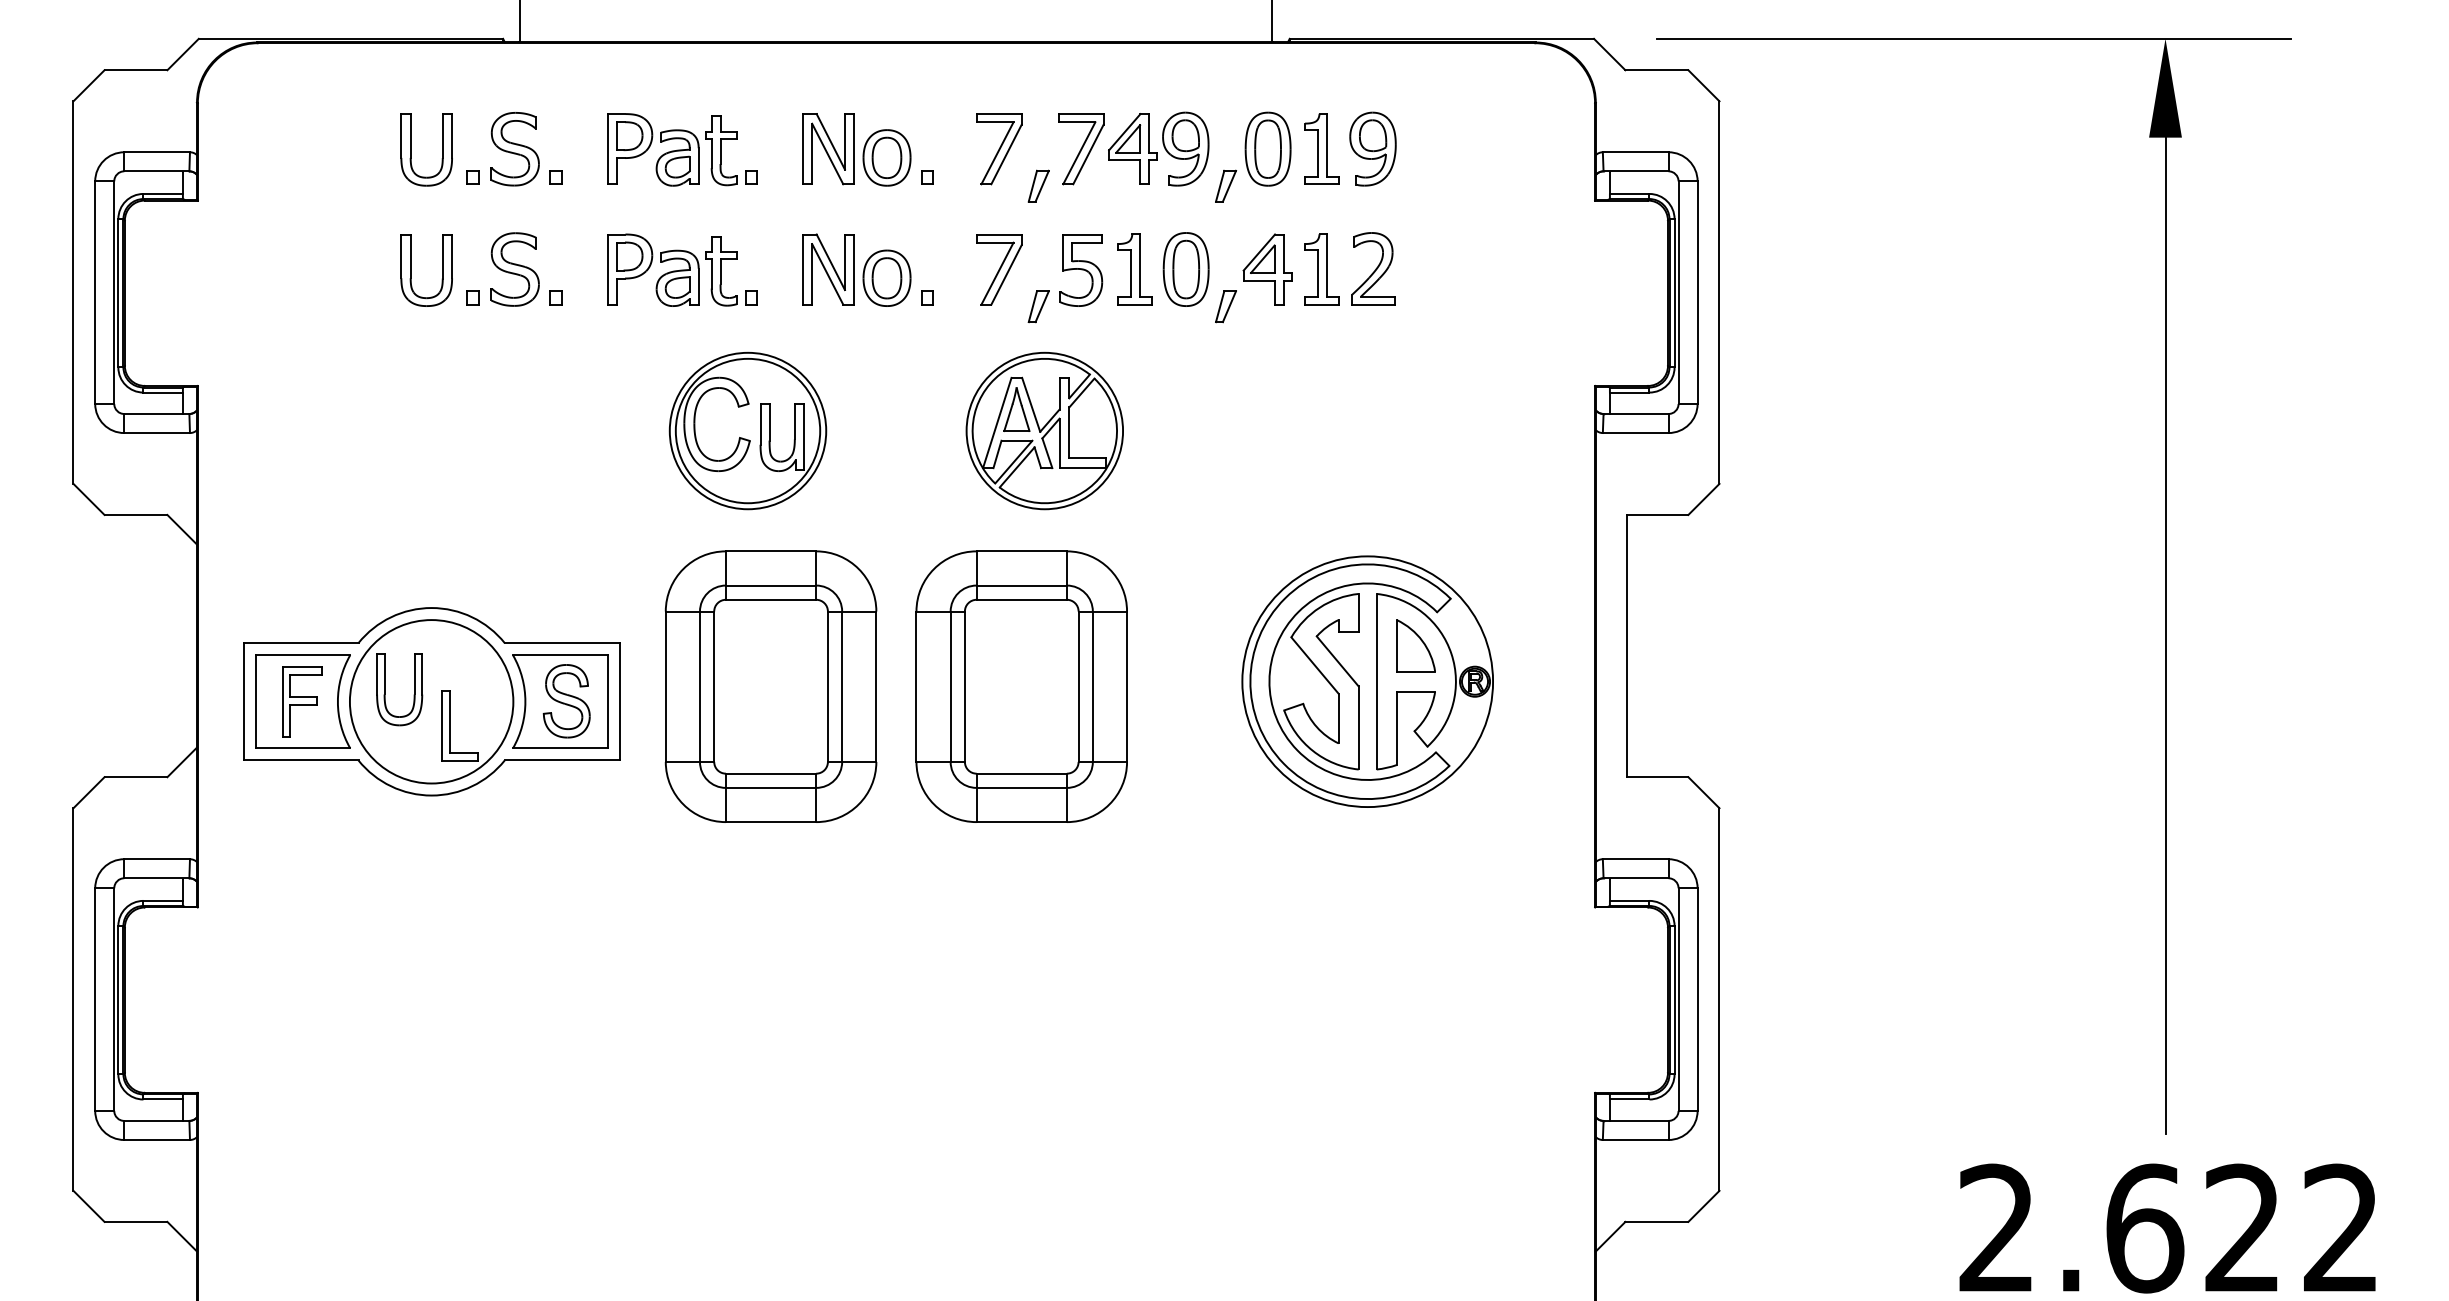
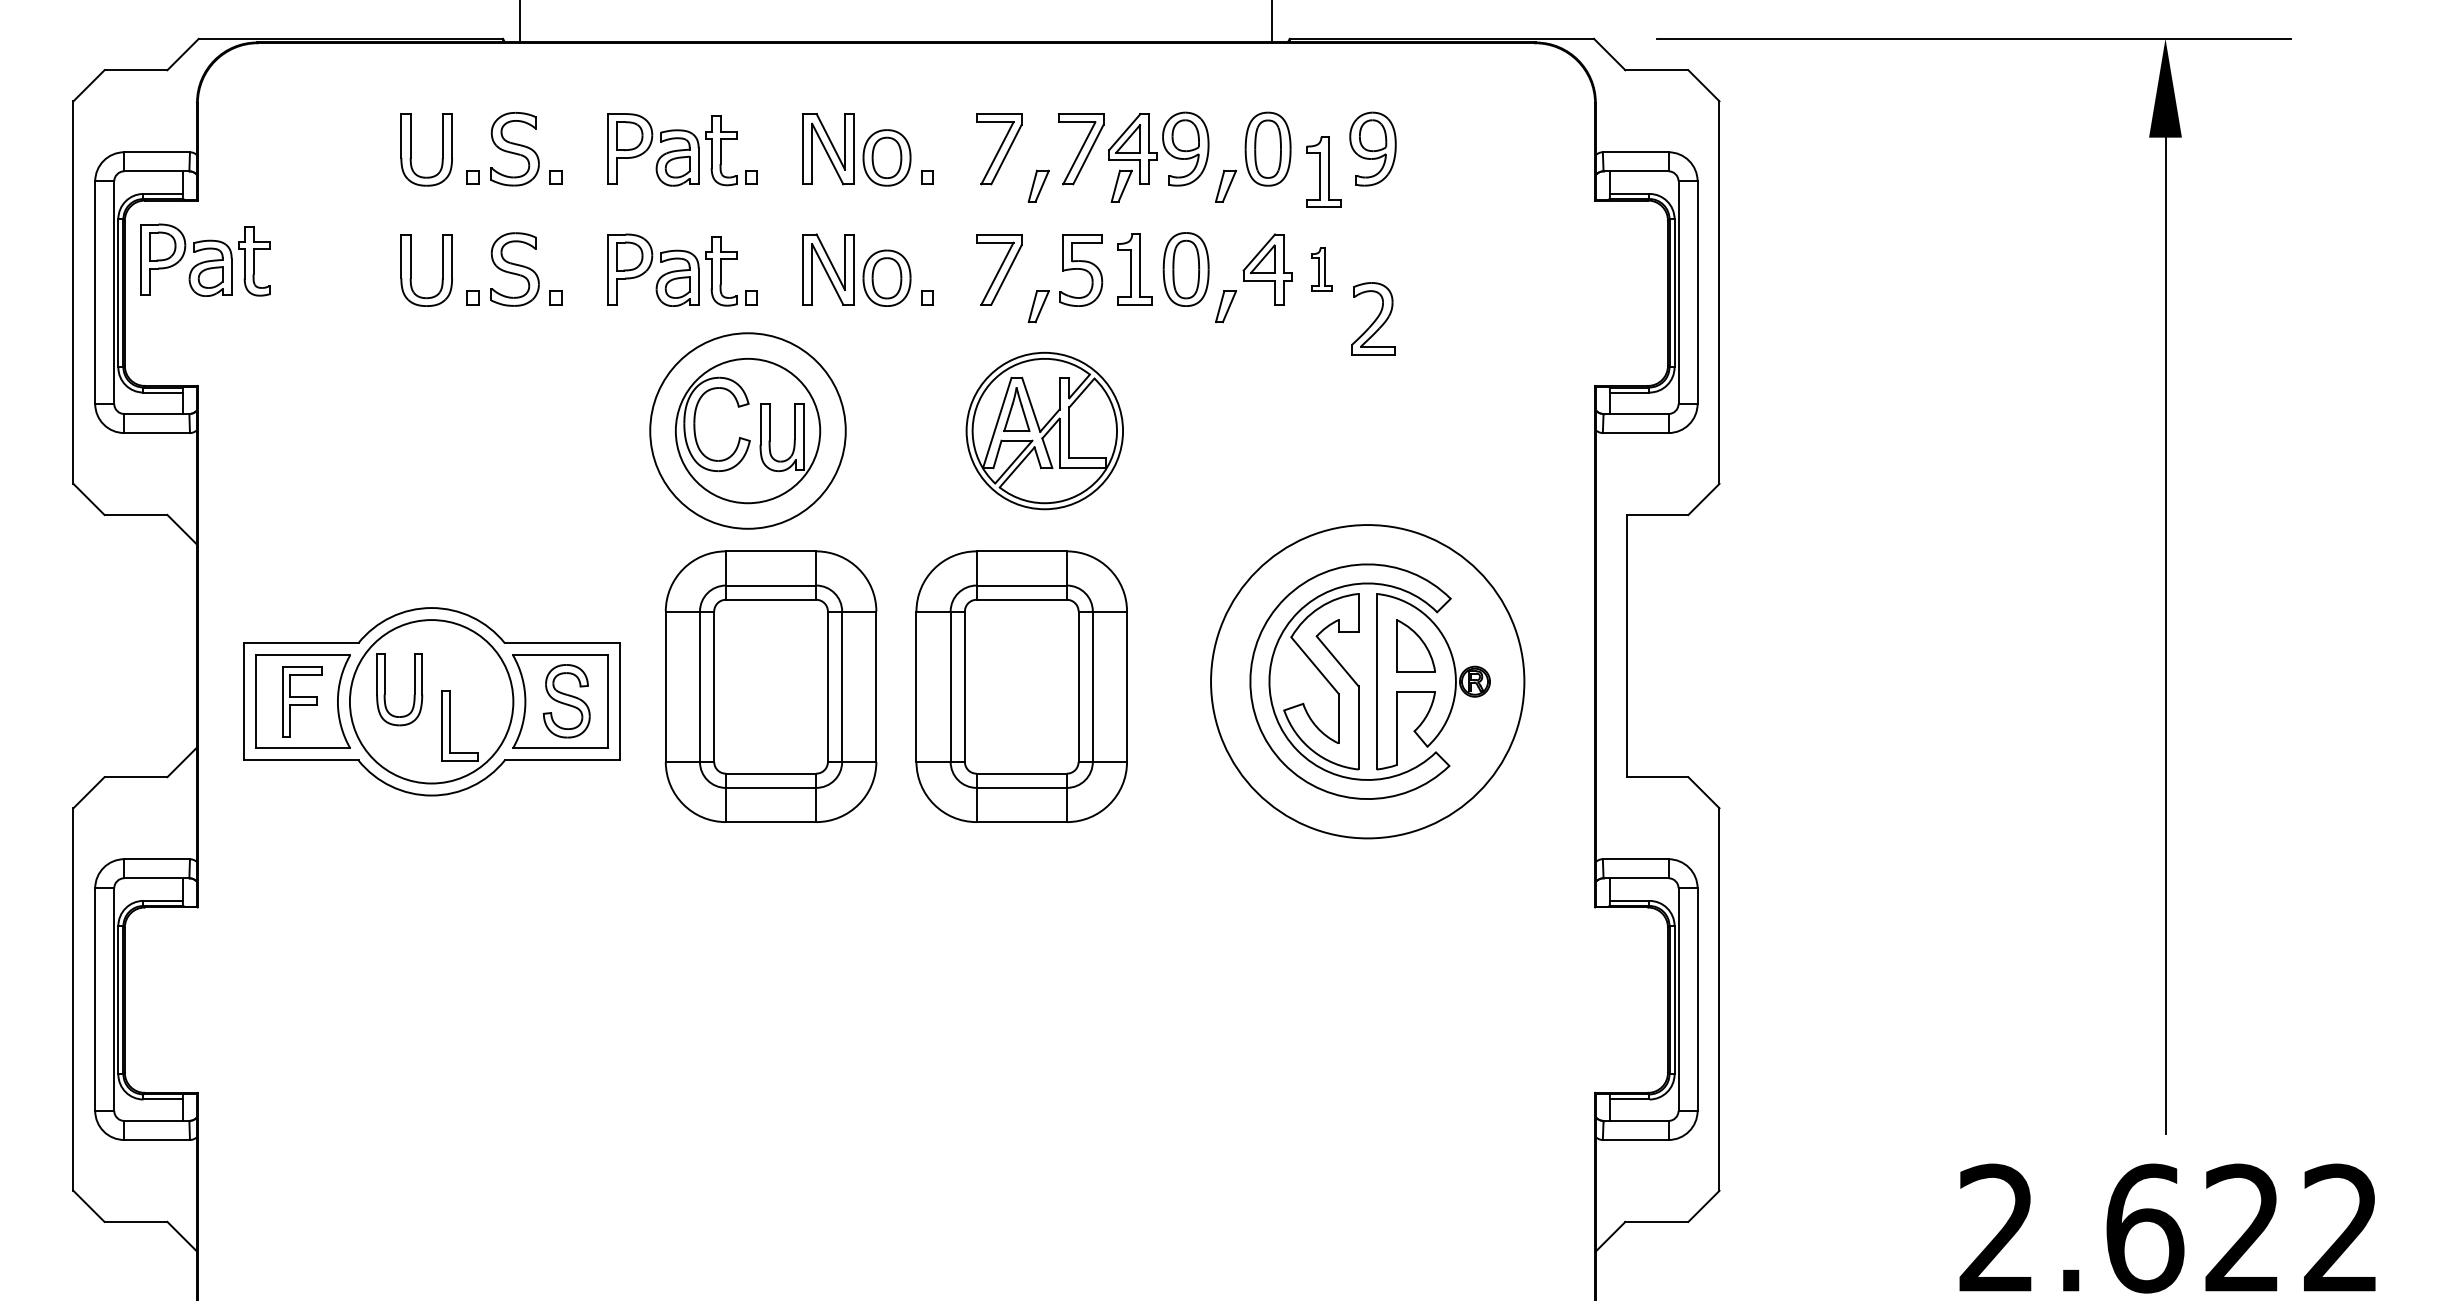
part at (1321, 148) position: (1321, 148) -> (1323, 171)
part at (1121, 185): none -> present
part at (205, 259): none -> present
part at (1373, 268) position: (1373, 268) -> (1373, 318)
part at (1321, 269) size: 36x73 px -> 22x45 px
circle at (747, 430) diameter: 156 px -> 196 px
circle at (1367, 681) diameter: 251 px -> 313 px
